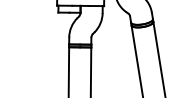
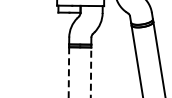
line at (68, 72): solid -> dashed
line at (91, 72): solid -> dashed
